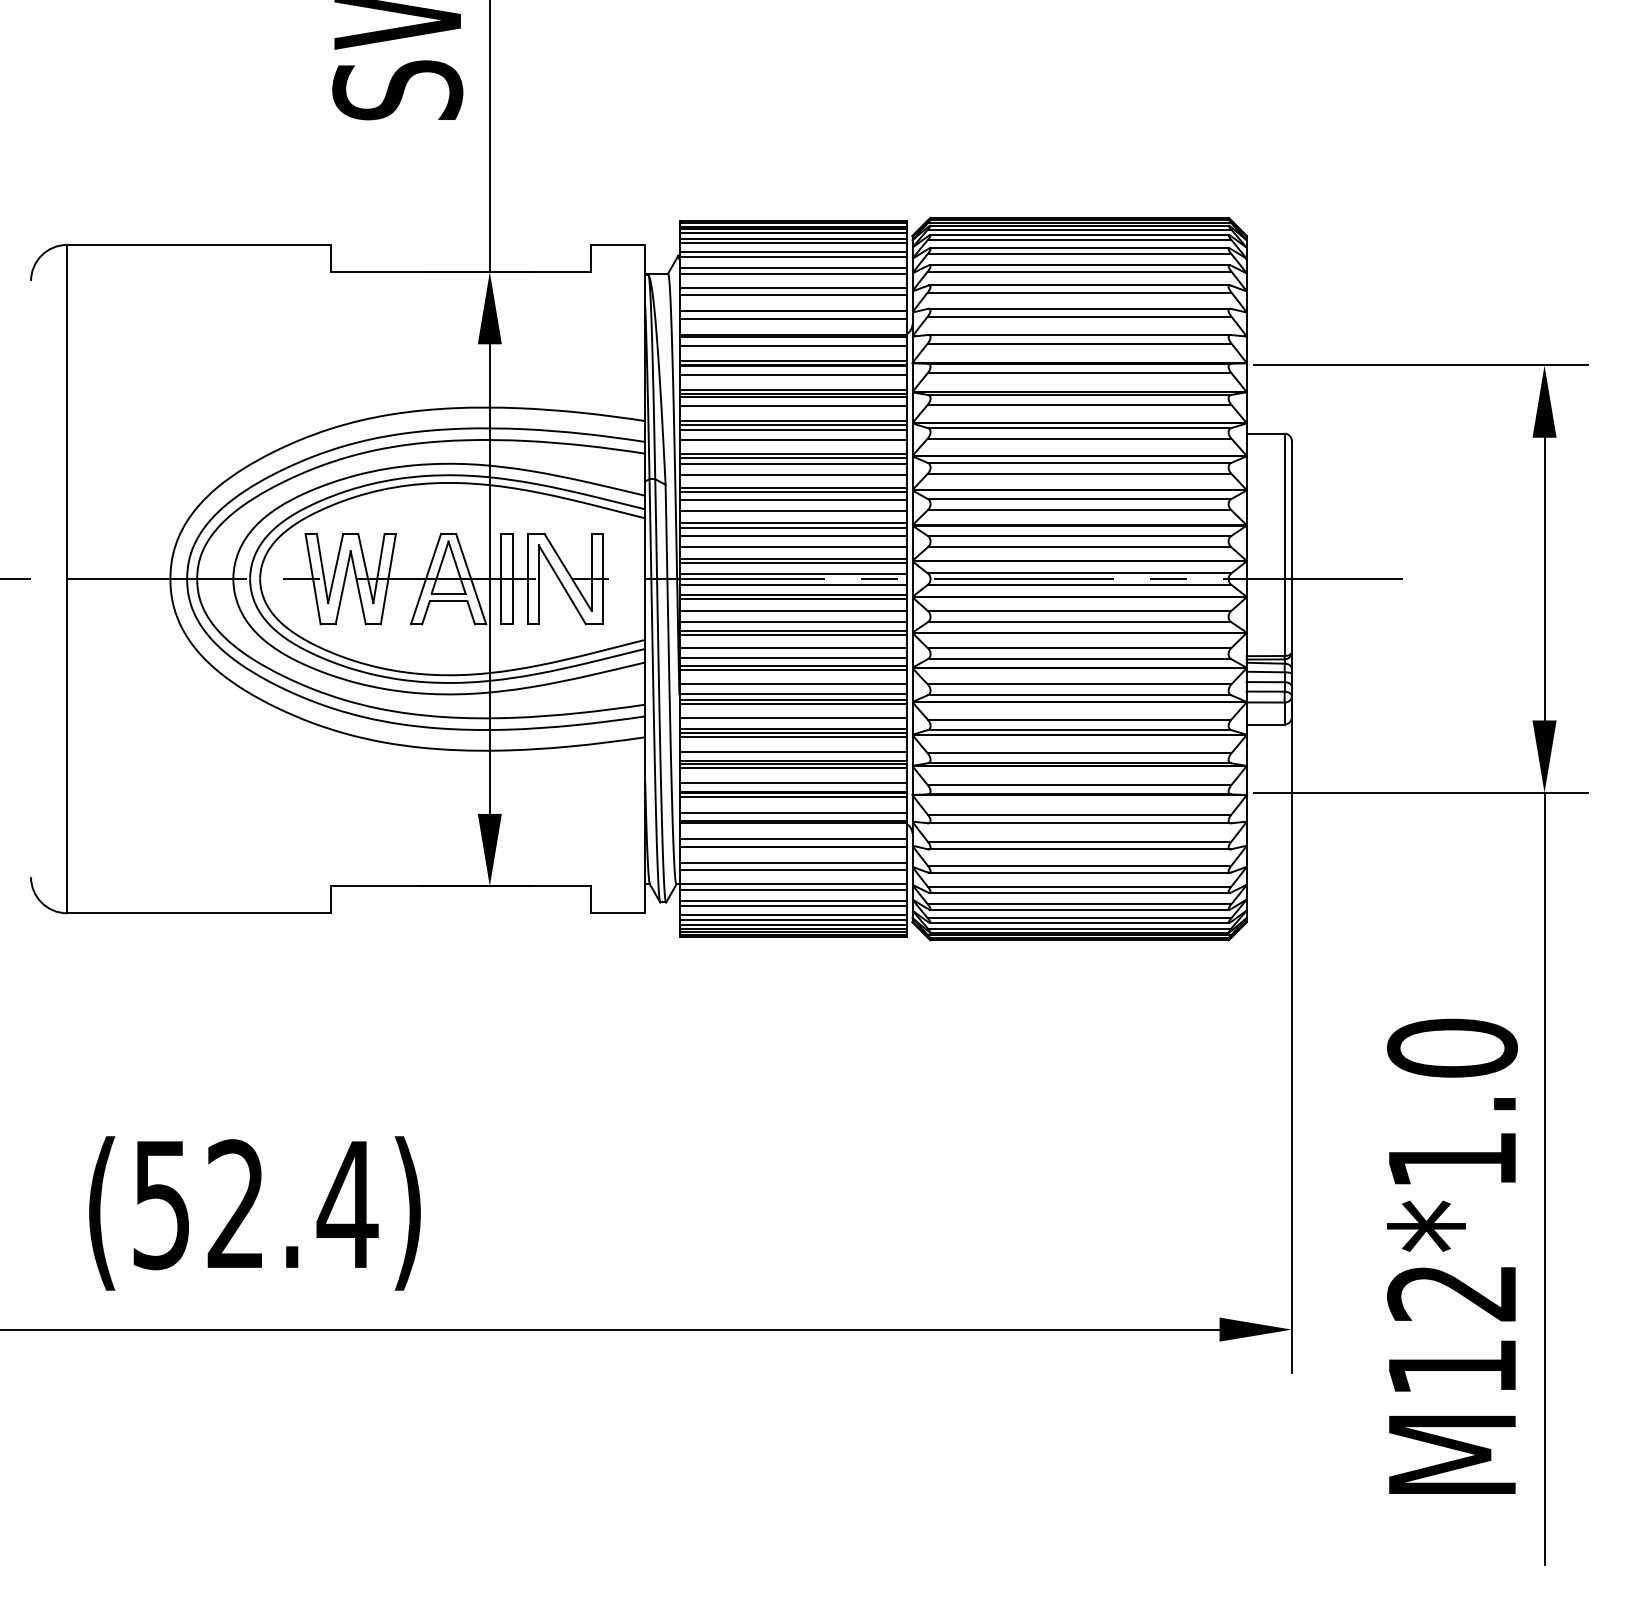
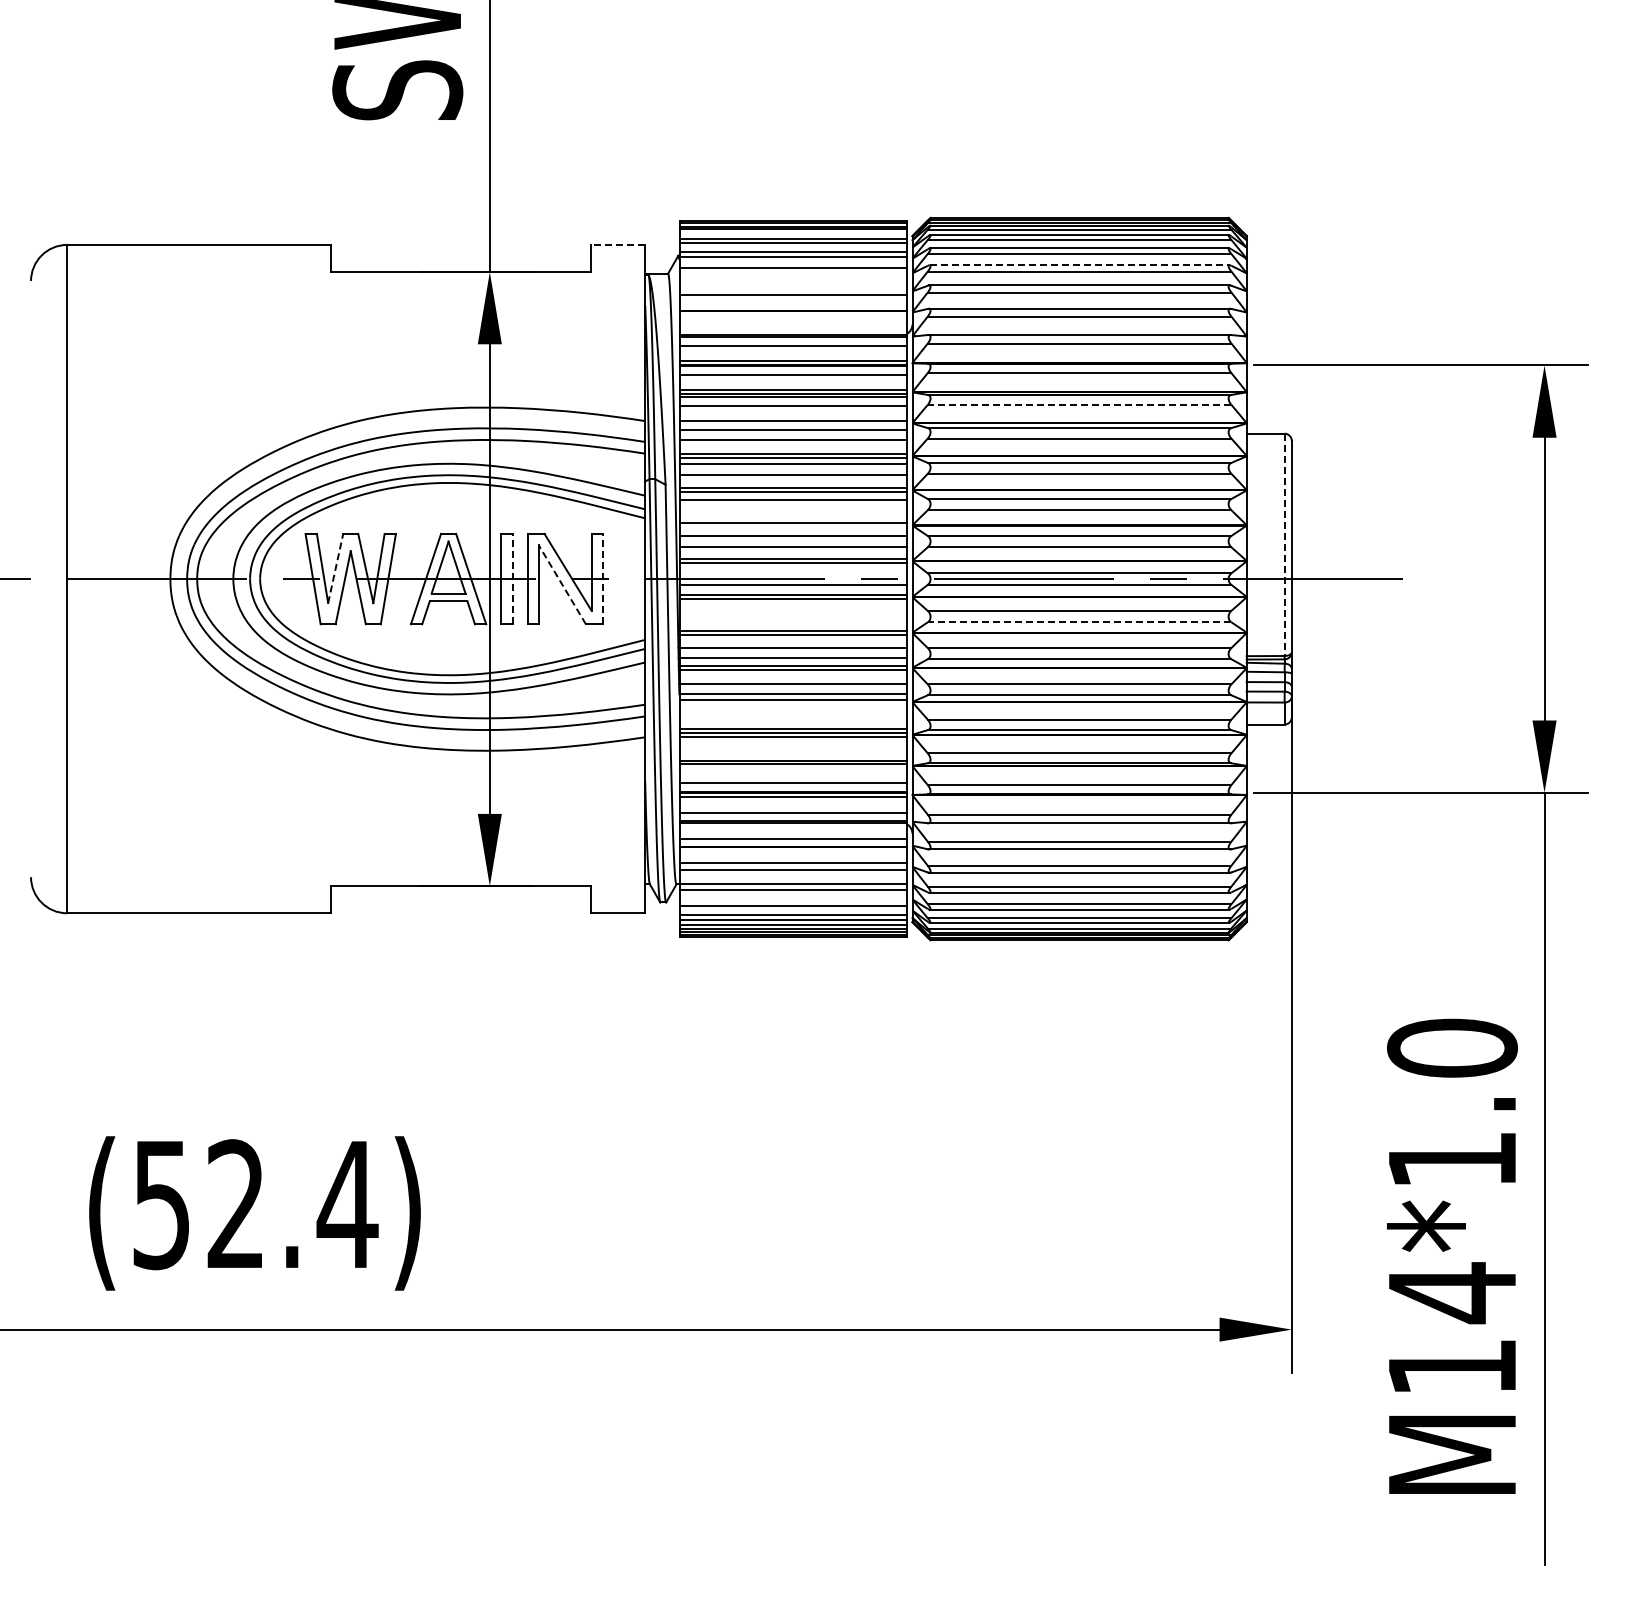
line at (793, 232): present -> none
line at (617, 244): solid -> dashed
line at (1080, 265): solid -> dashed
line at (793, 274): present -> none
line at (793, 288): present -> none
line at (793, 318): present -> none
line at (1079, 404): solid -> dashed
line at (793, 425): present -> none
line at (793, 510): present -> none
line at (793, 527): present -> none
line at (1284, 545): solid -> dashed
line at (335, 568): solid -> dashed
line at (793, 573): present -> none
line at (512, 578): solid -> dashed
line at (602, 578): solid -> dashed
line at (562, 584): solid -> dashed
line at (793, 610): present -> none
line at (793, 621): present -> none
line at (1079, 622): solid -> dashed
line at (793, 704): present -> none
line at (793, 718): present -> none
line at (793, 751): present -> none
line at (793, 767): present -> none
line at (793, 901): present -> none
text at (1451, 1293): M12*1.0 -> M14*1.0
